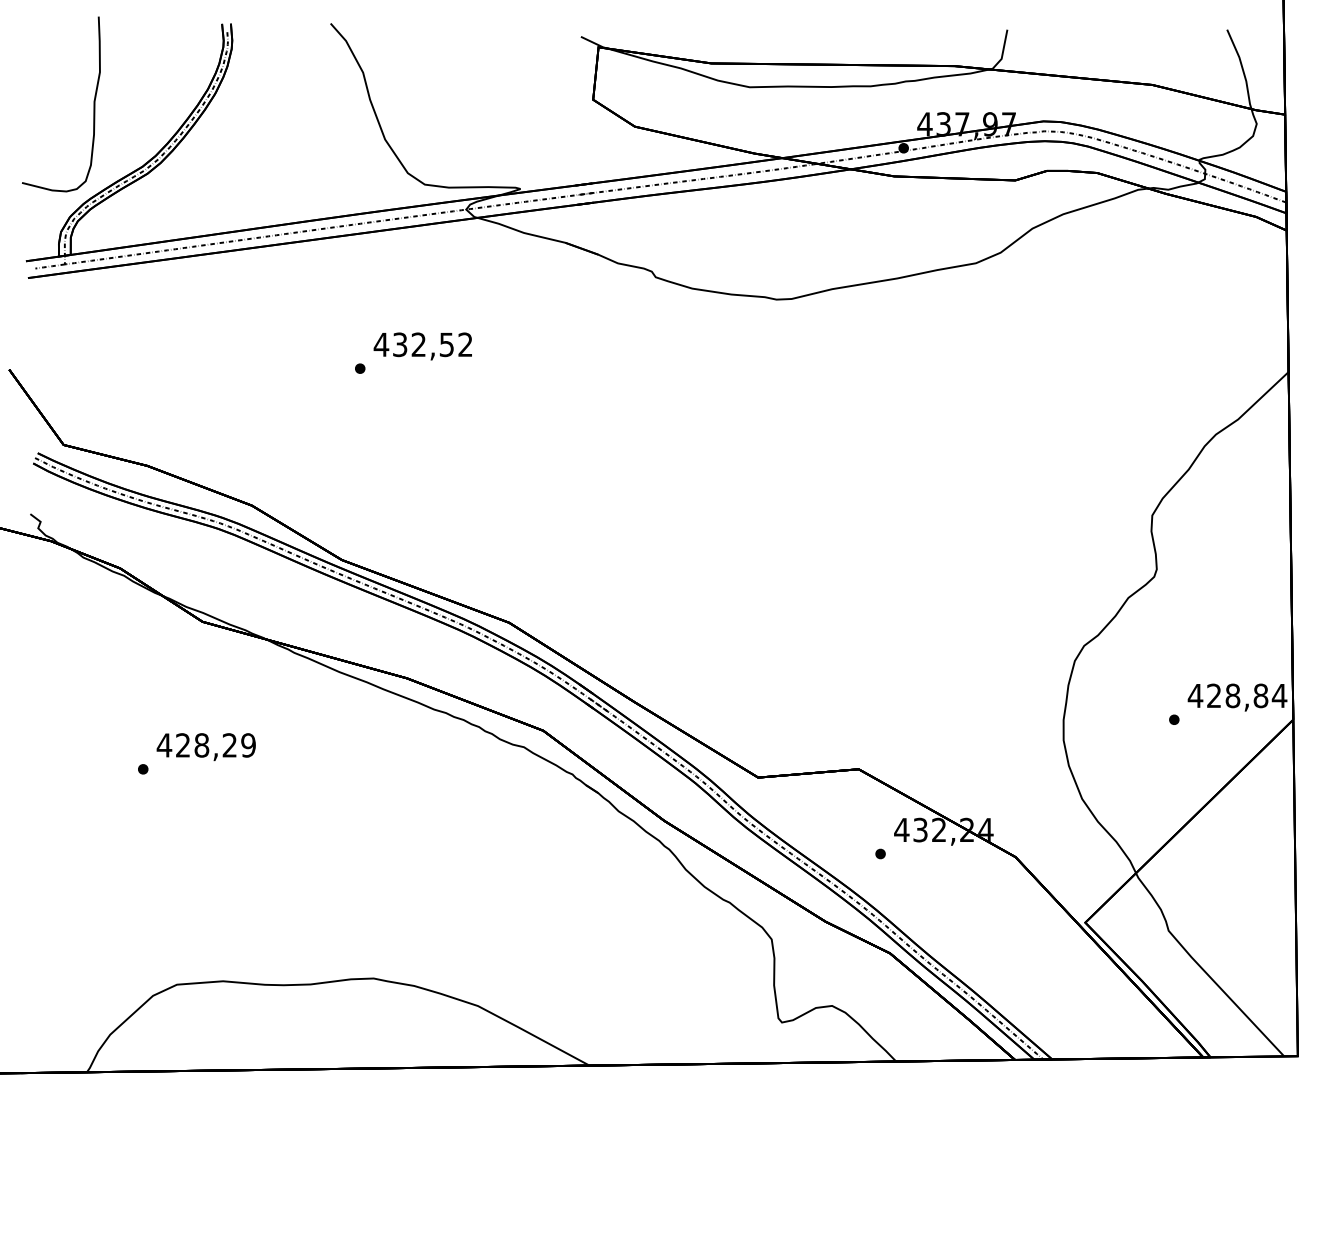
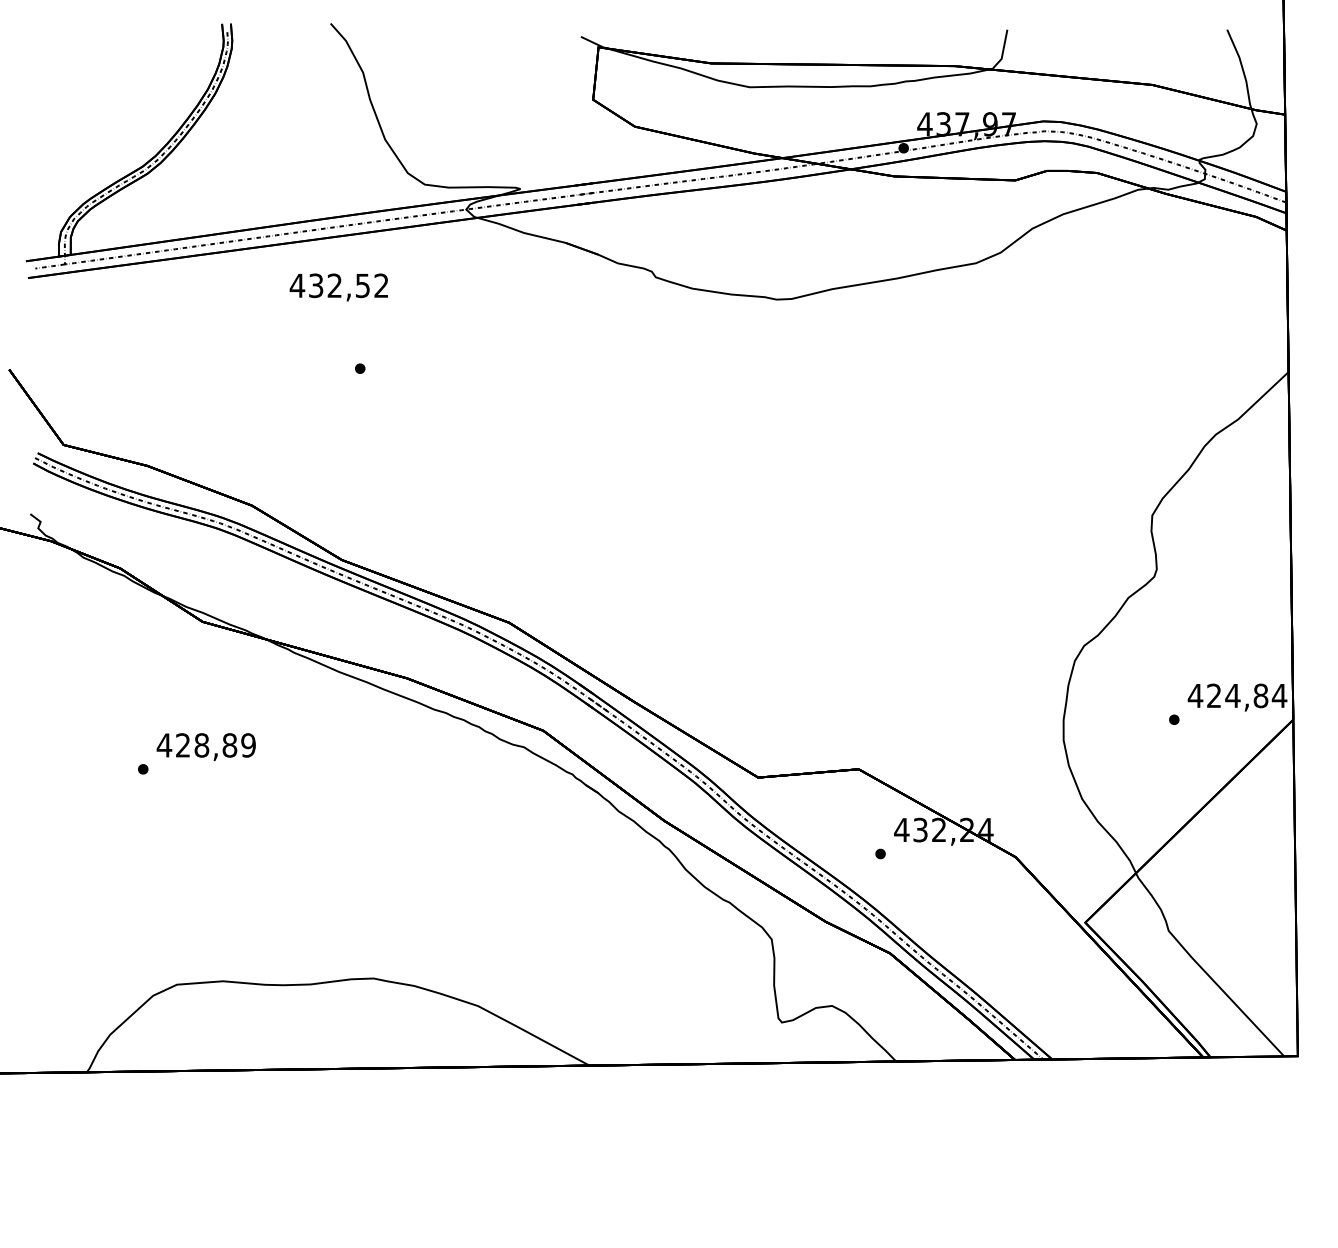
curve at (93, 104): present -> none
text at (422, 346) position: (422, 346) -> (338, 287)
text at (1232, 695): 428,84 -> 424,84
text at (229, 745): 428,29 -> 428,89
